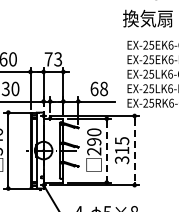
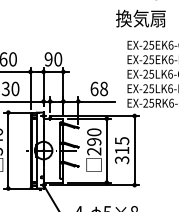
text at (147, 18) position: (147, 18) -> (140, 18)
text at (53, 59): 73 -> 90
line at (134, 150): dashed -> solid
line at (106, 151): dashed -> solid
